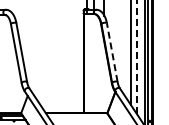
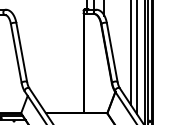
line at (112, 52): dashed -> solid
line at (137, 57): dashed -> solid
